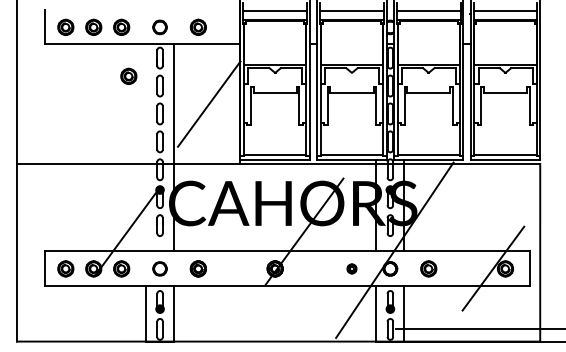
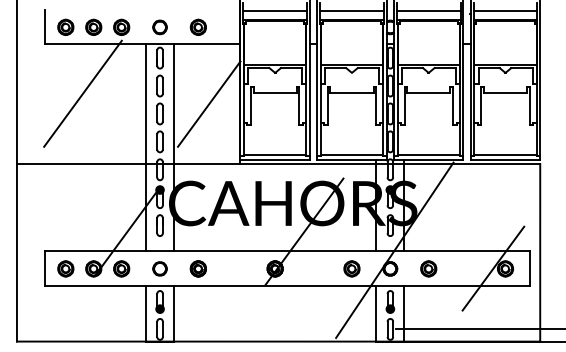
part at (128, 75): present -> none
line at (82, 93): none -> present
line at (146, 147): none -> present
part at (351, 268) size: 12x12 px -> 18x18 px
